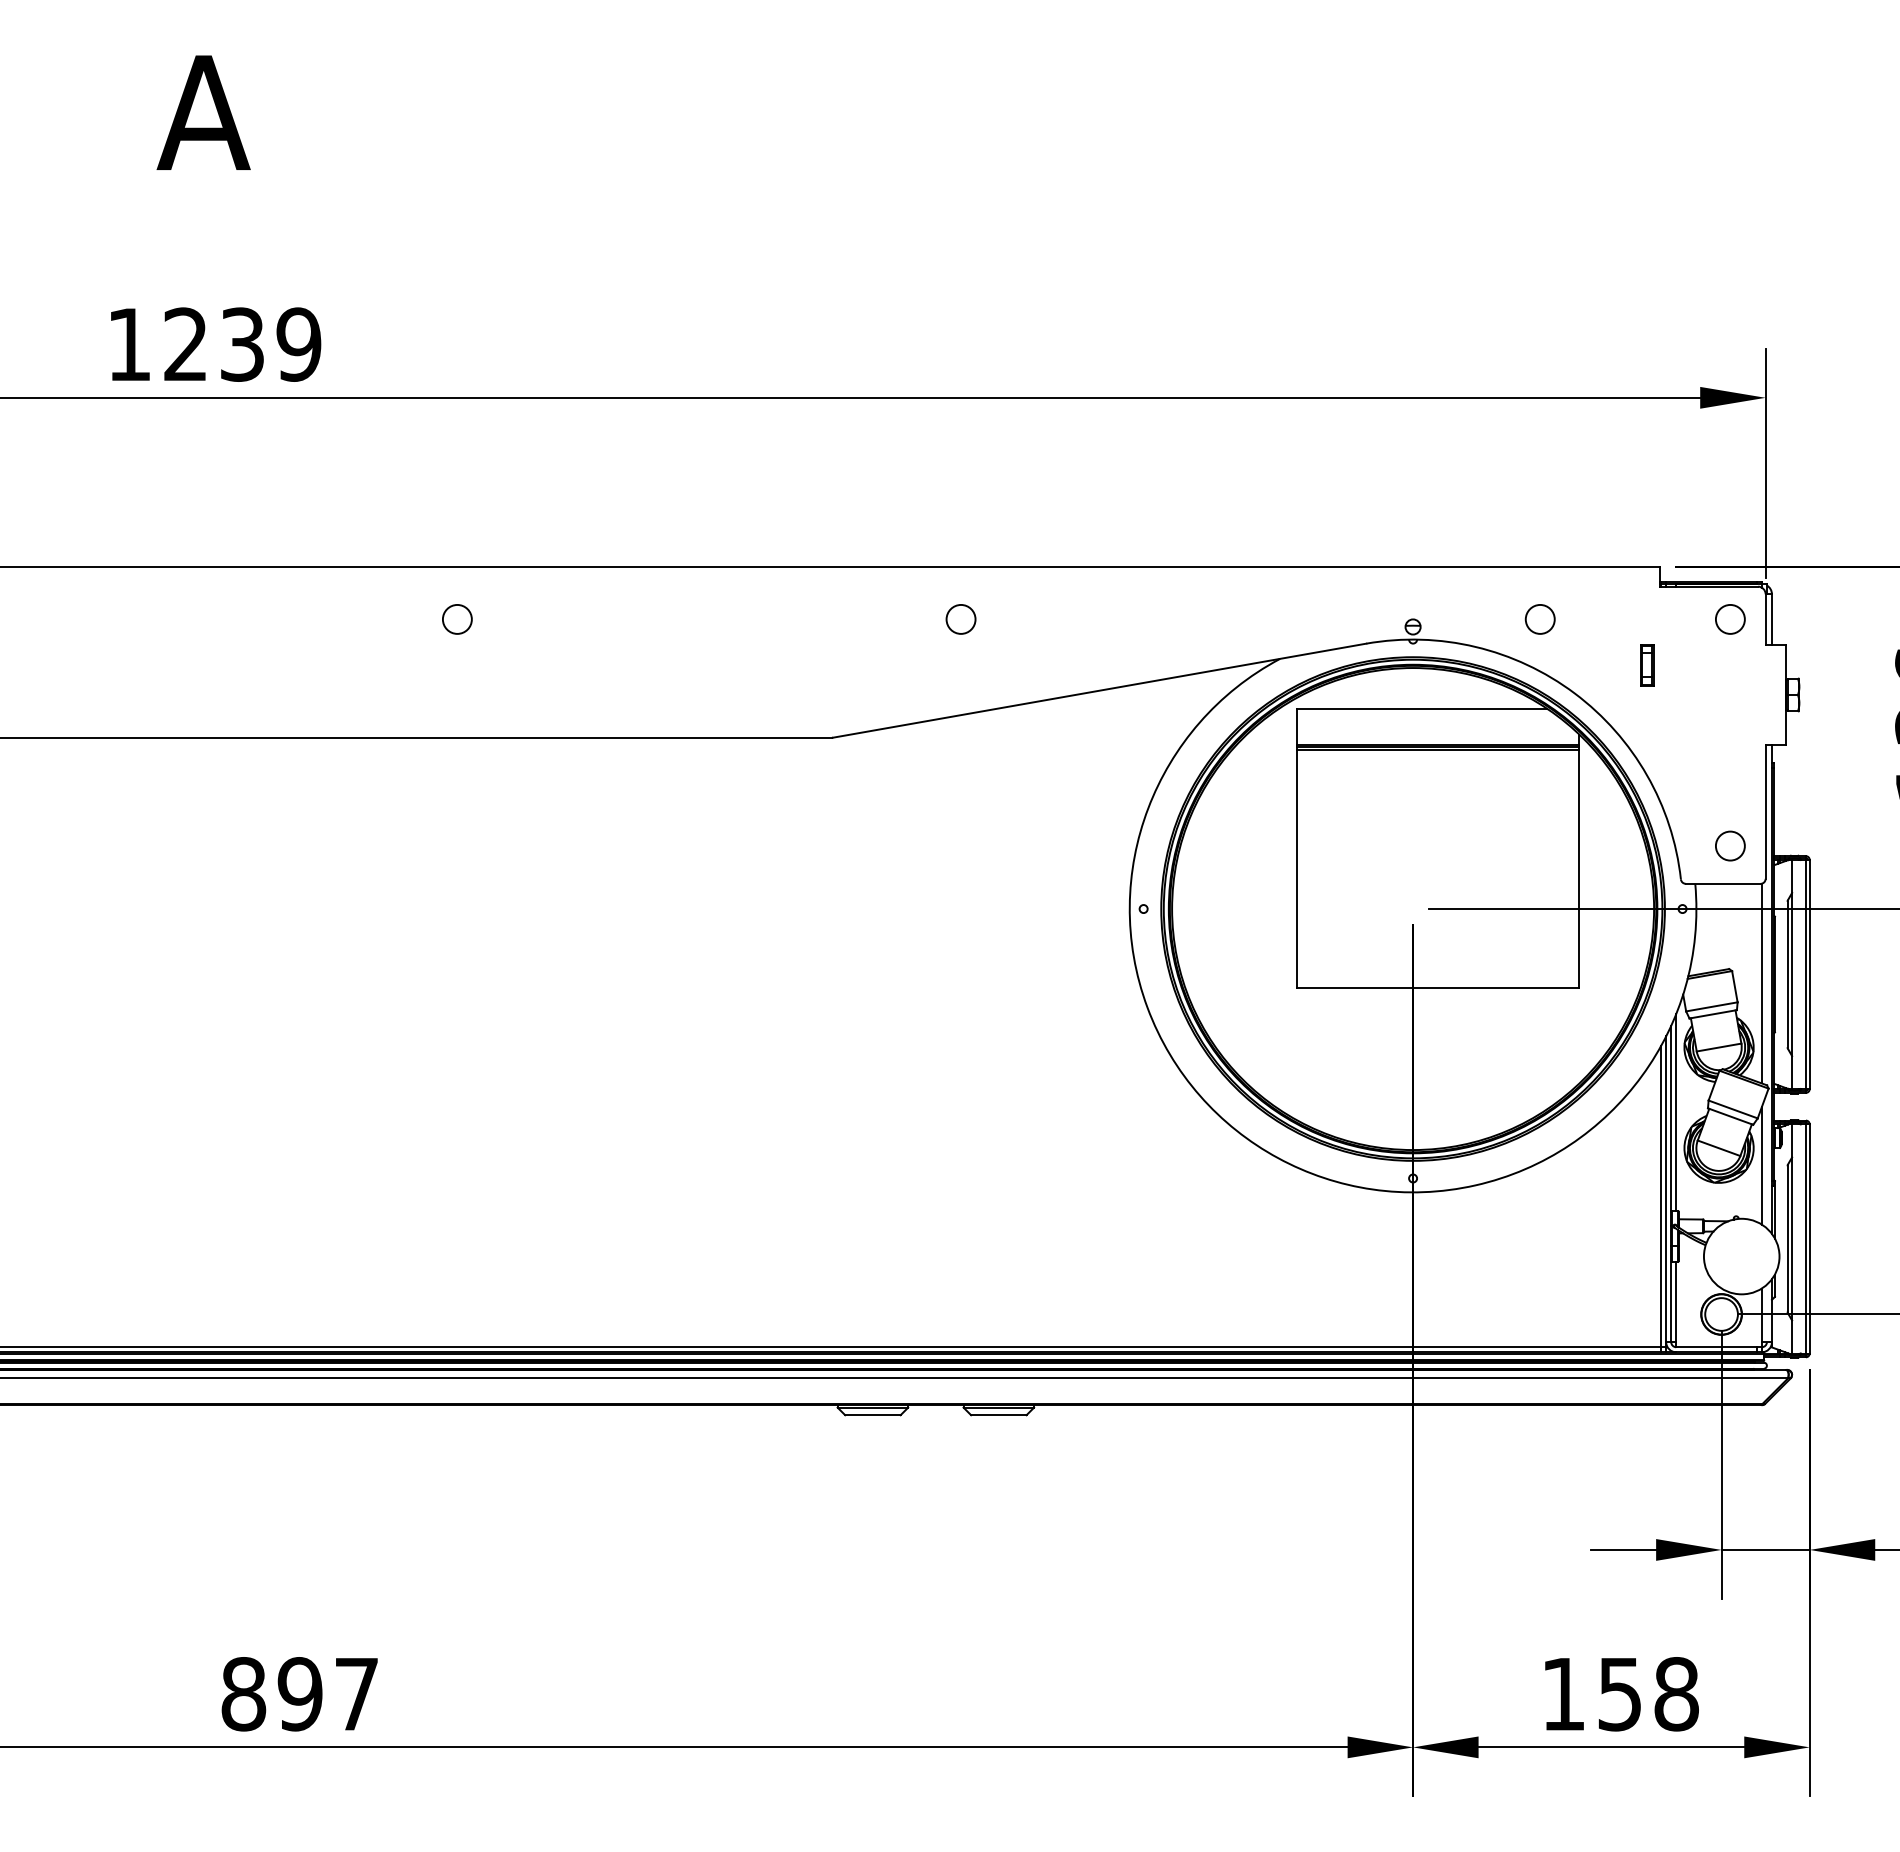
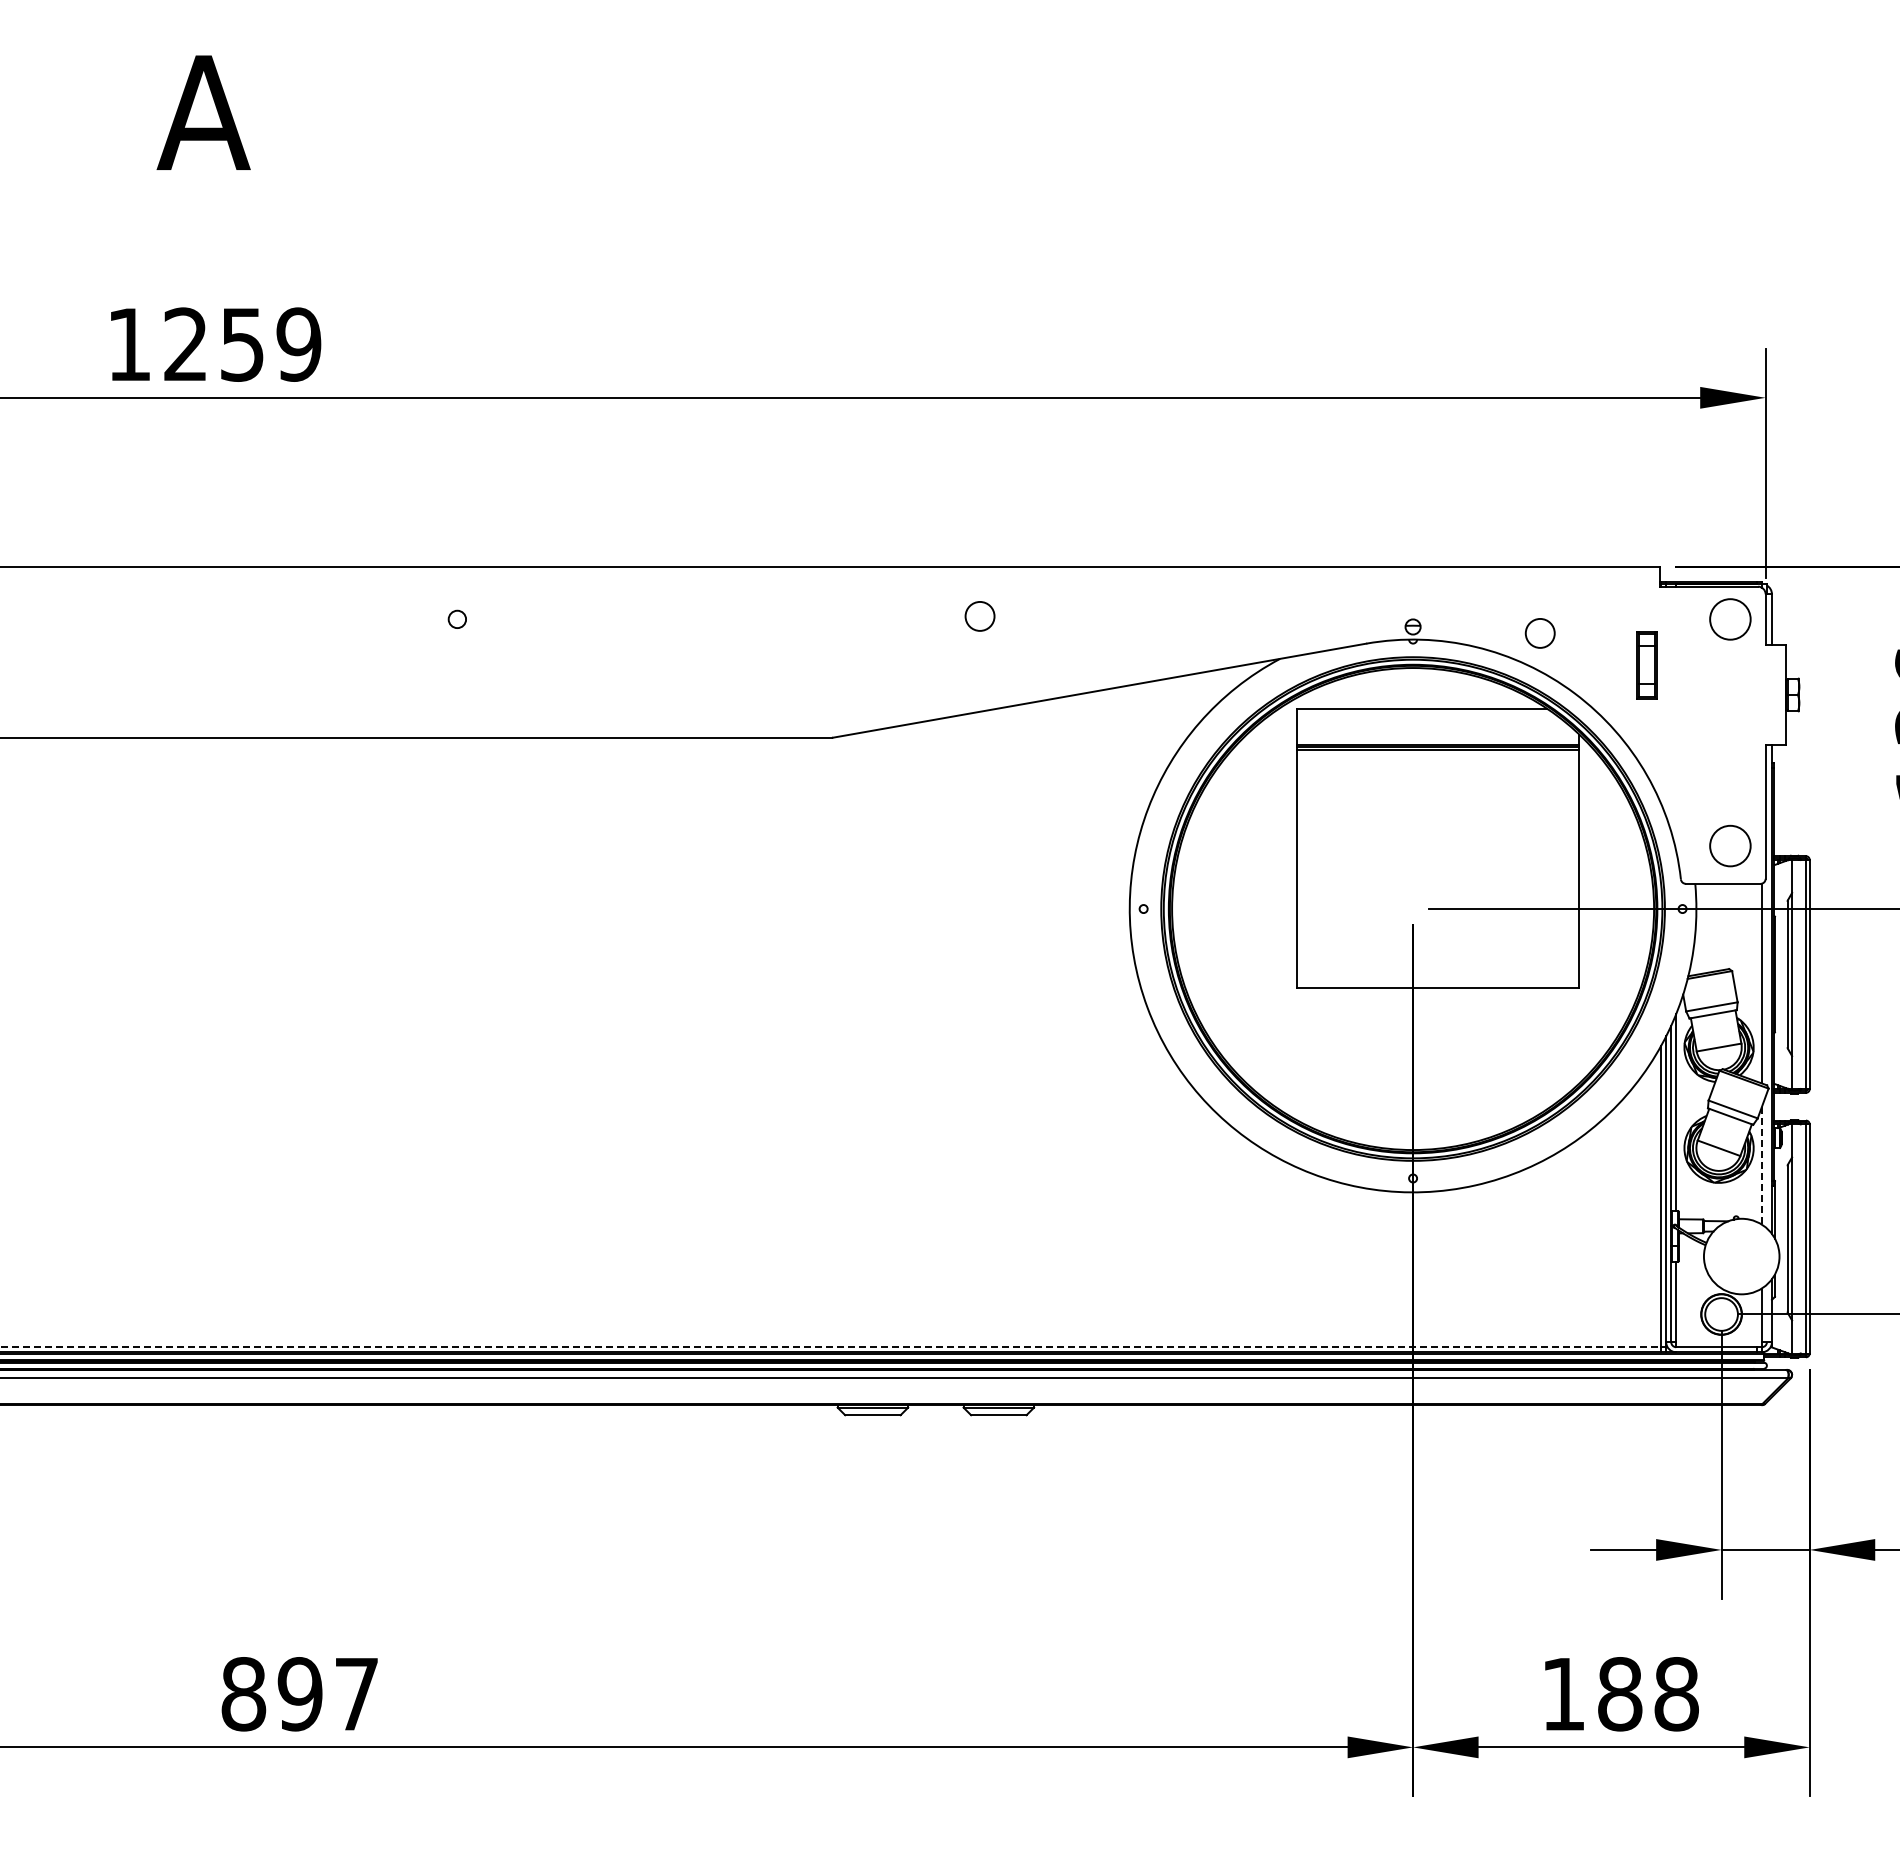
text at (242, 344): 1239 -> 1259
circle at (456, 618) diameter: 29 px -> 17 px
circle at (1729, 618) diameter: 29 px -> 41 px
circle at (960, 619) position: (960, 619) -> (979, 616)
circle at (1539, 619) position: (1539, 619) -> (1539, 633)
part at (1647, 665) size: 15x43 px -> 22x69 px
circle at (1729, 845) diameter: 29 px -> 41 px
line at (1761, 1165): solid -> dashed
line at (831, 1347): solid -> dashed
text at (1620, 1694): 158 -> 188
